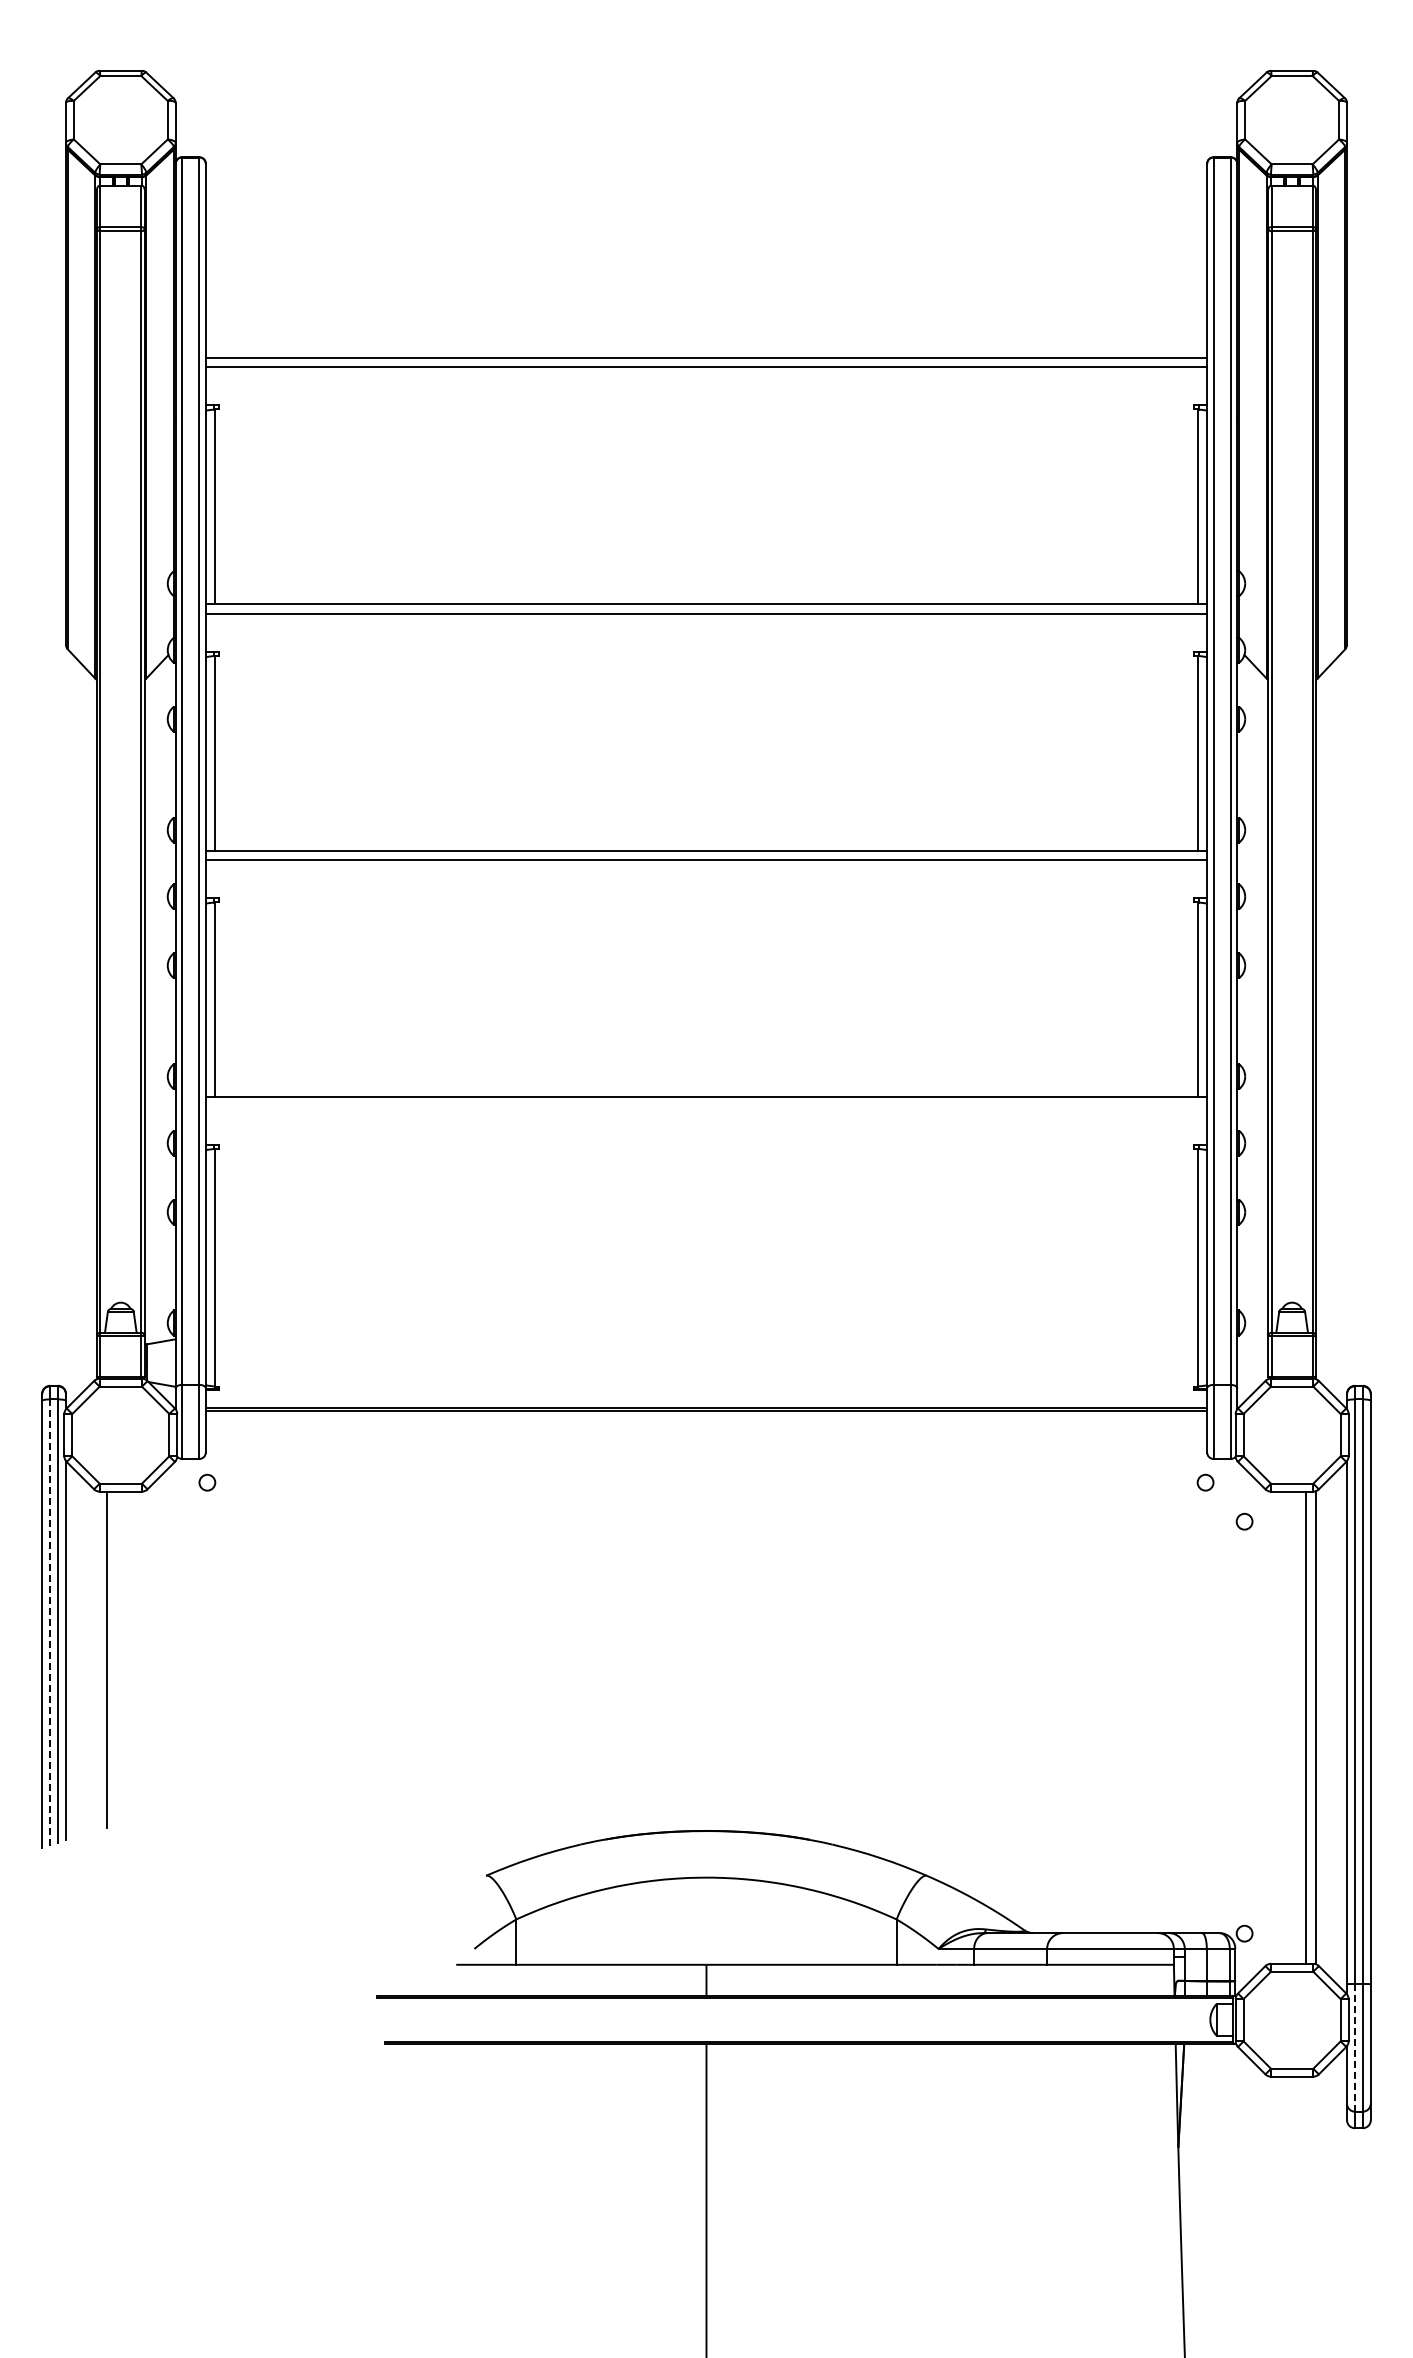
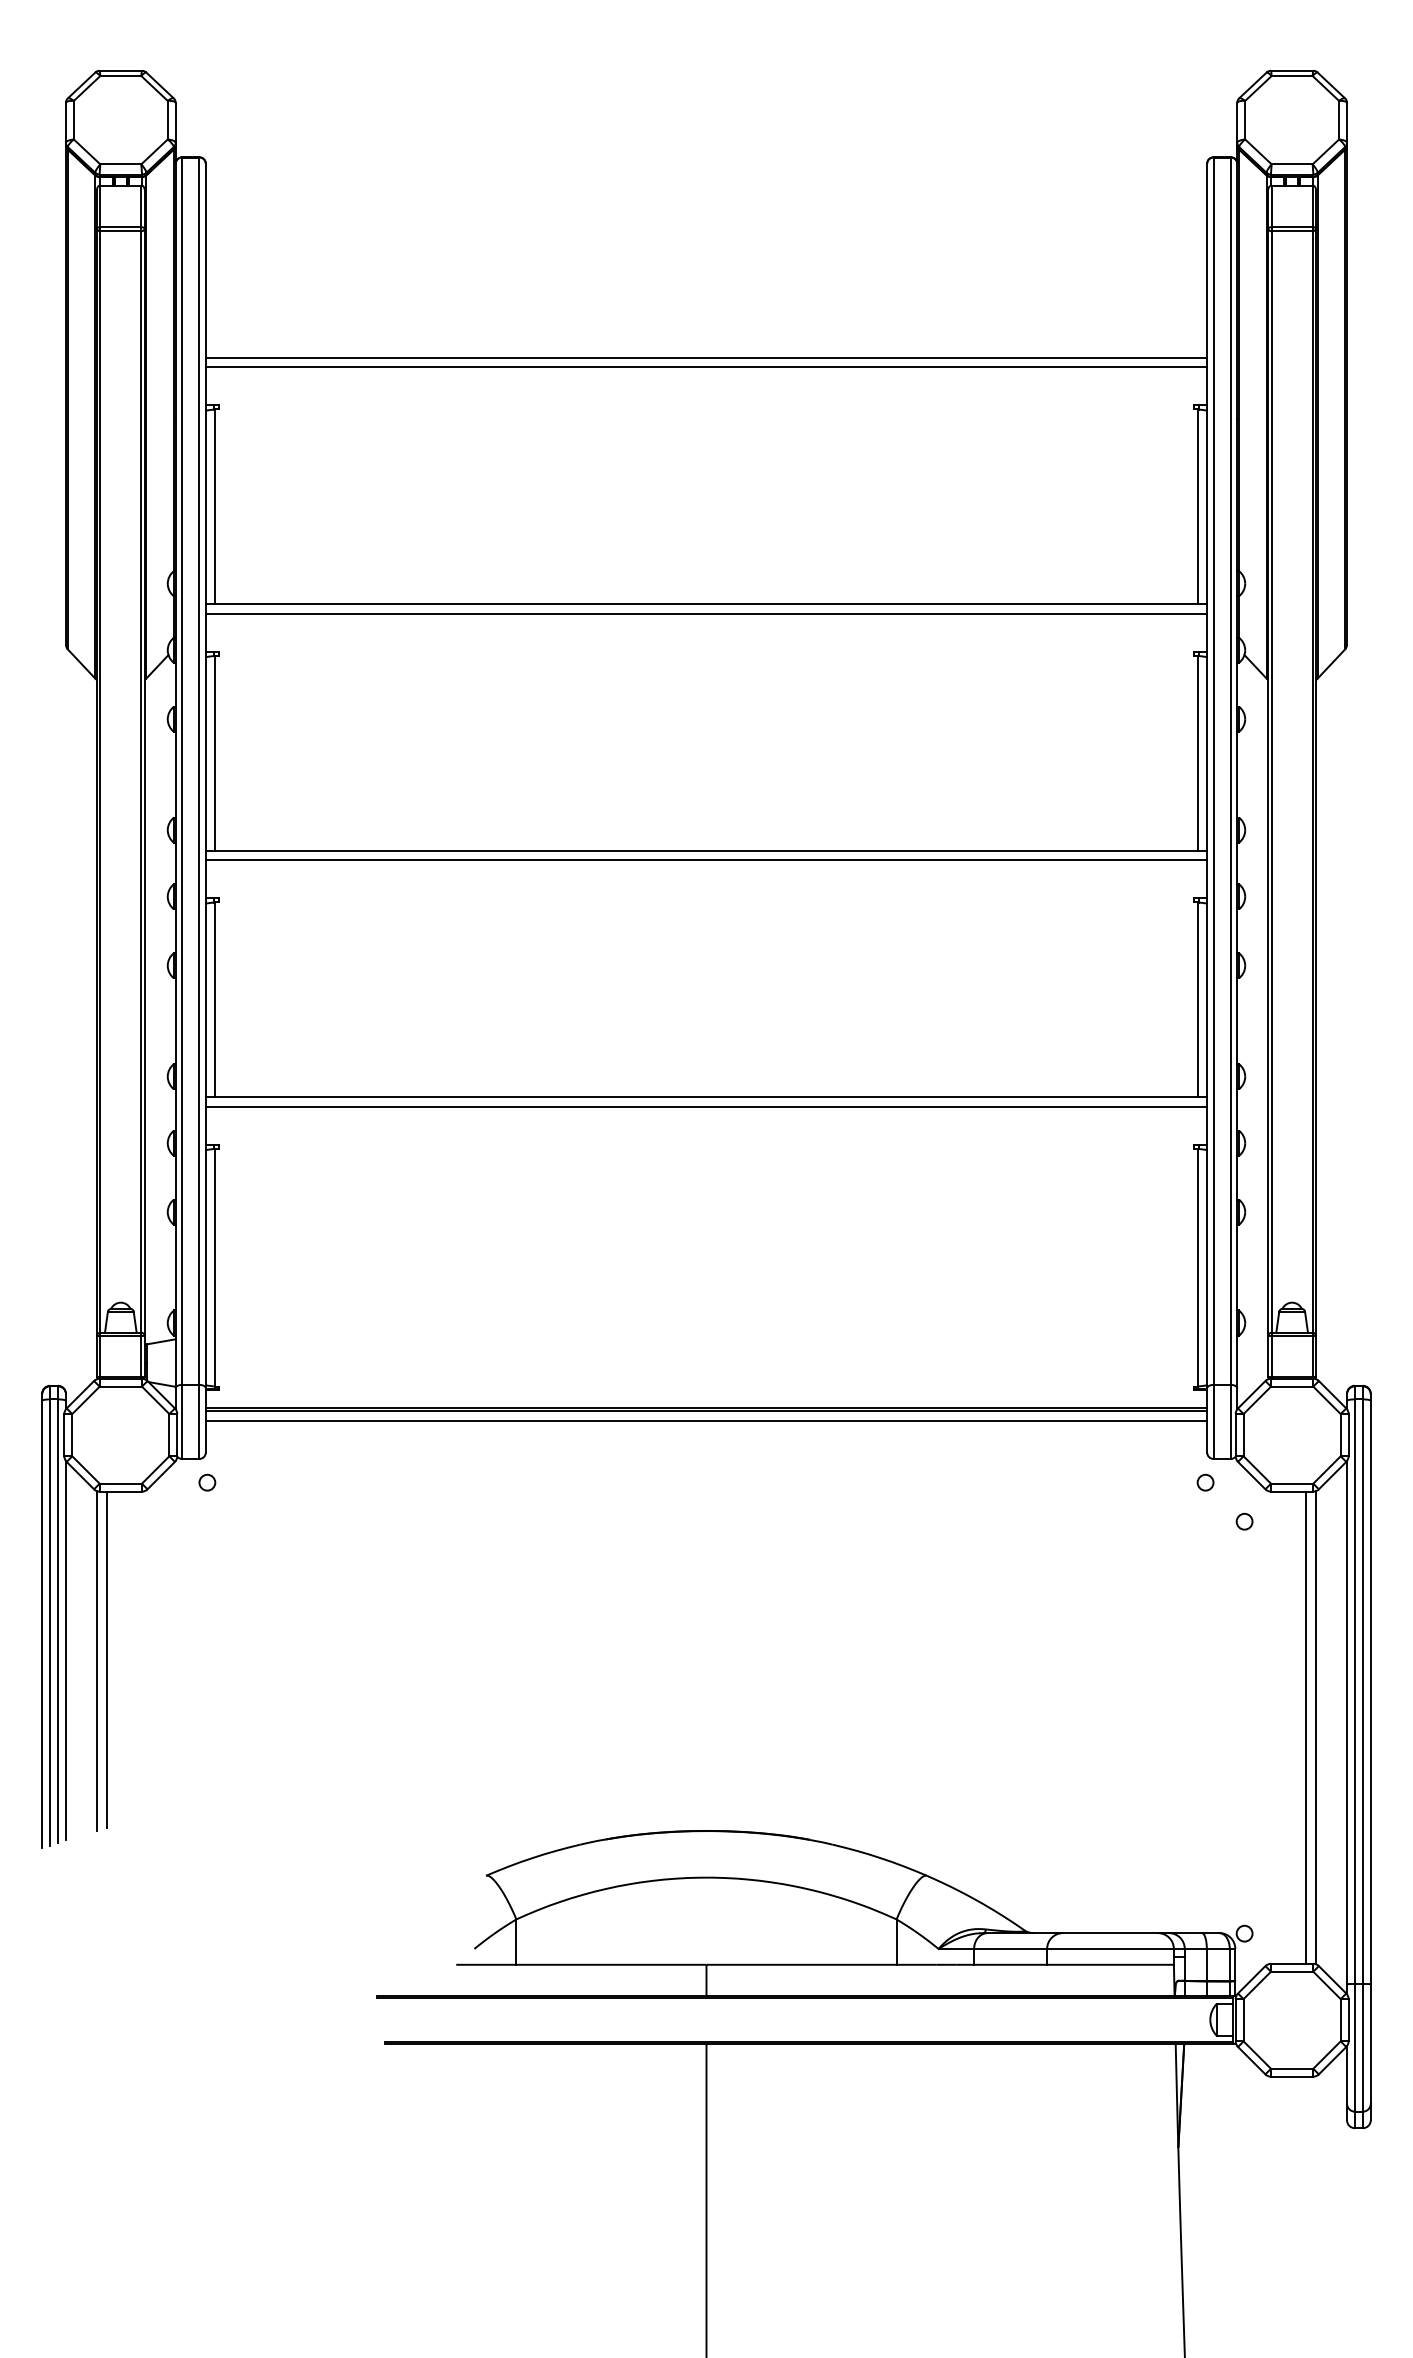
line at (706, 1106): none -> present
line at (706, 1420): none -> present
line at (50, 1622): dashed -> solid
line at (97, 1660): none -> present
line at (1354, 2047): dashed -> solid
